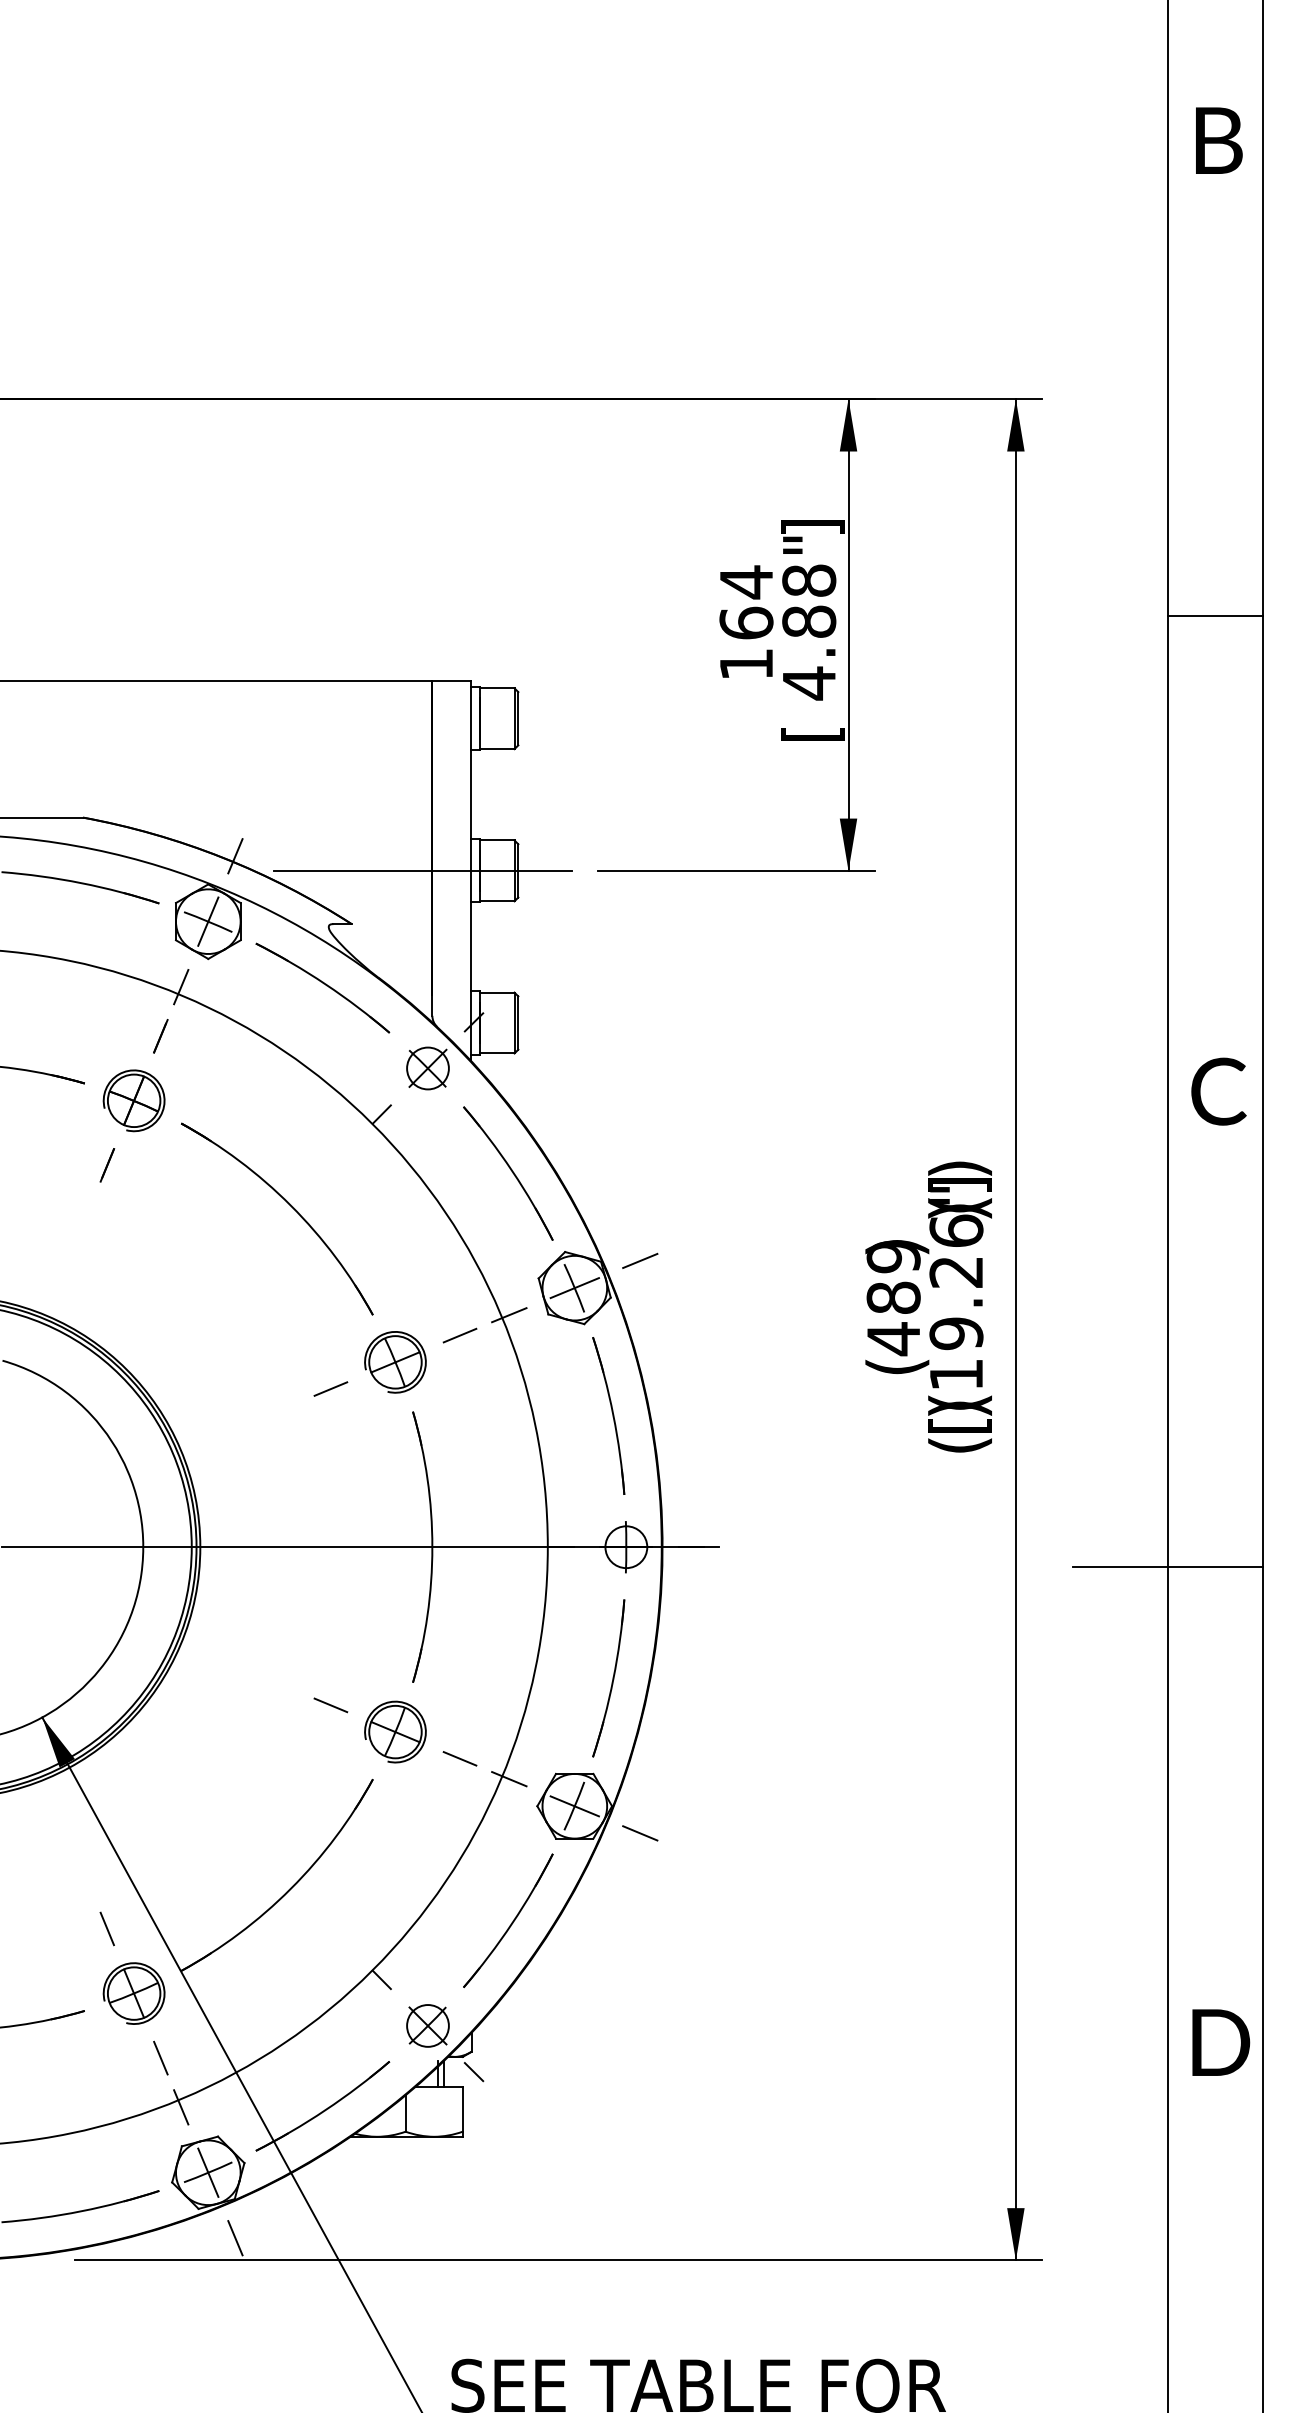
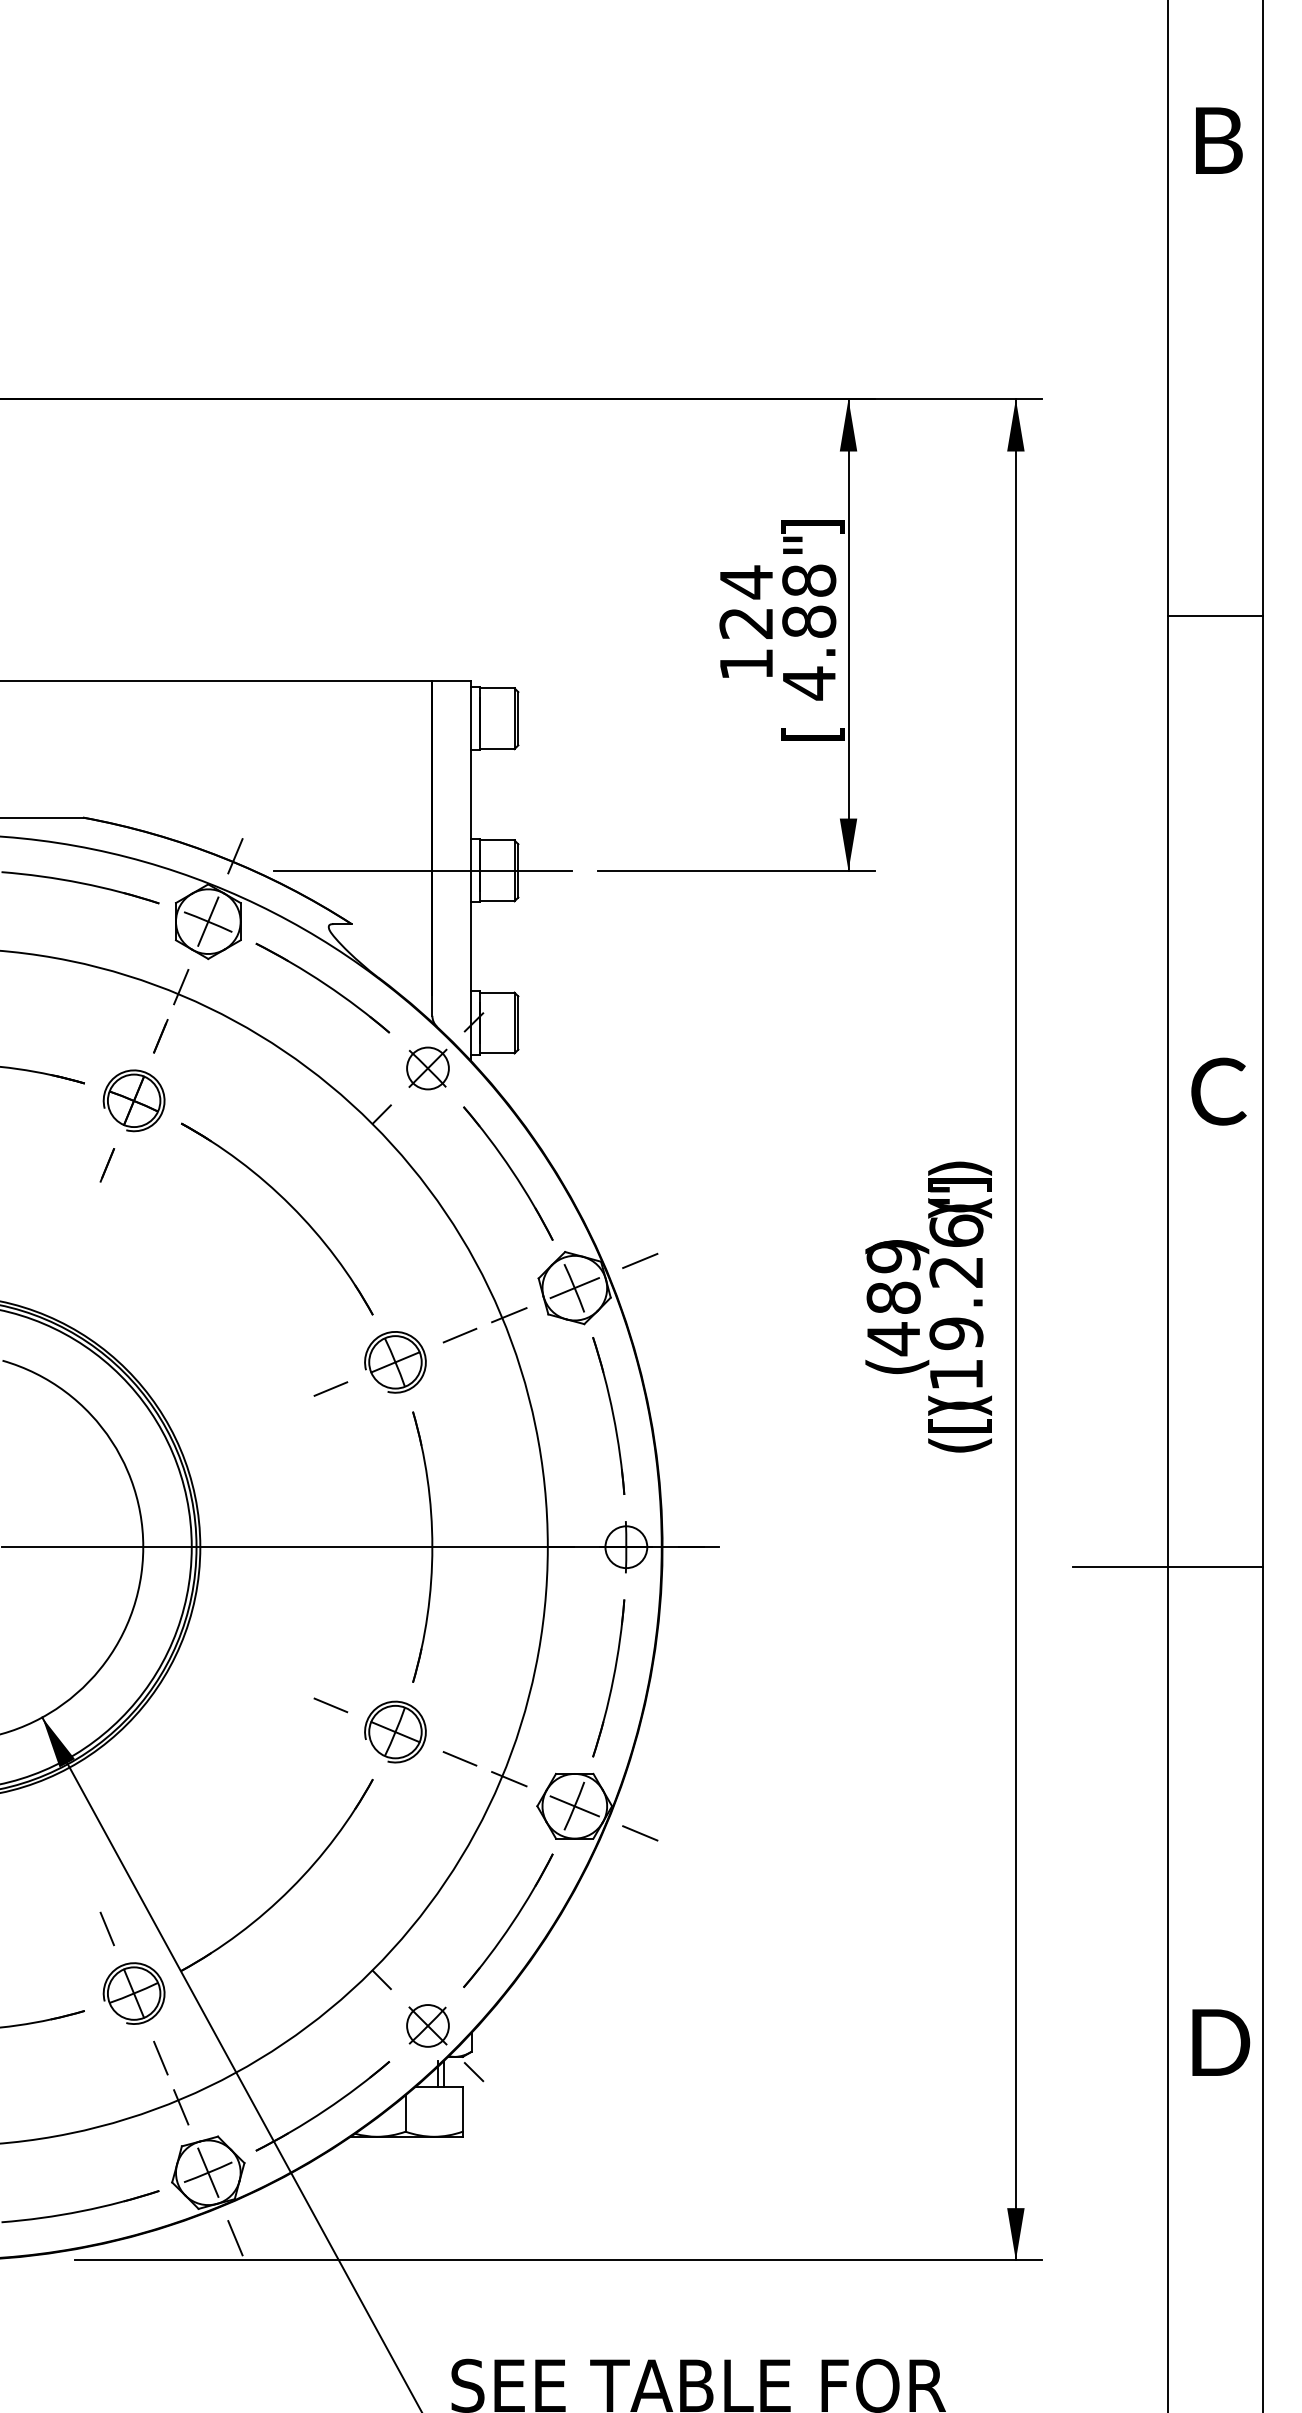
text at (746, 622): 164 -> 124
